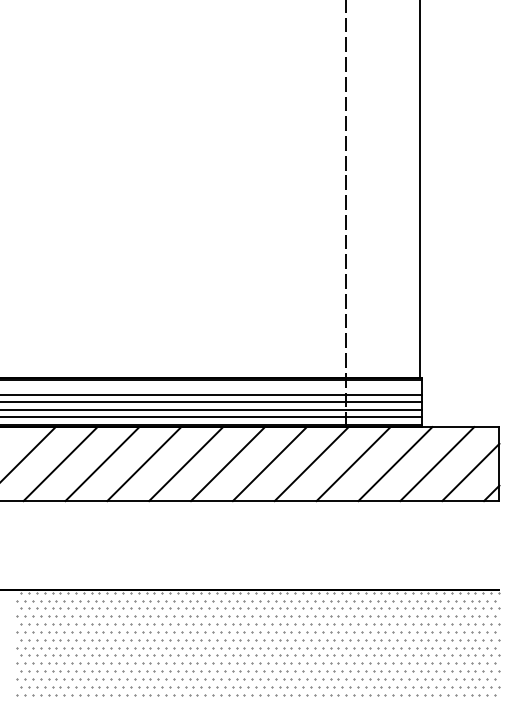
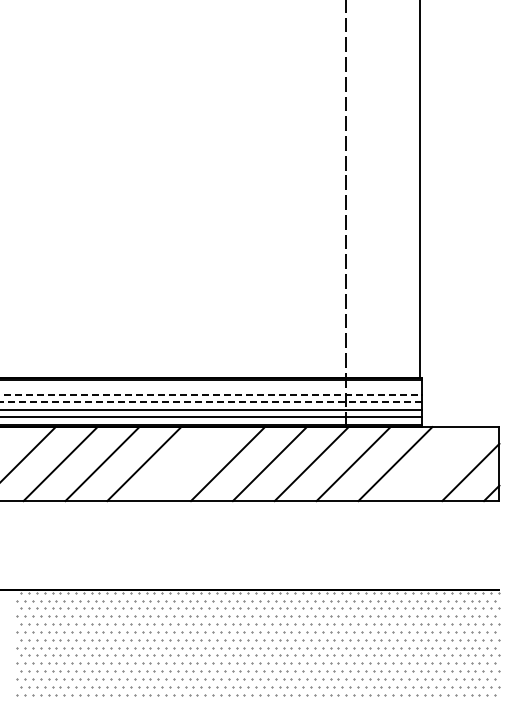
line at (211, 395): solid -> dashed
line at (211, 402): solid -> dashed
line at (186, 464): present -> none
line at (437, 464): present -> none
